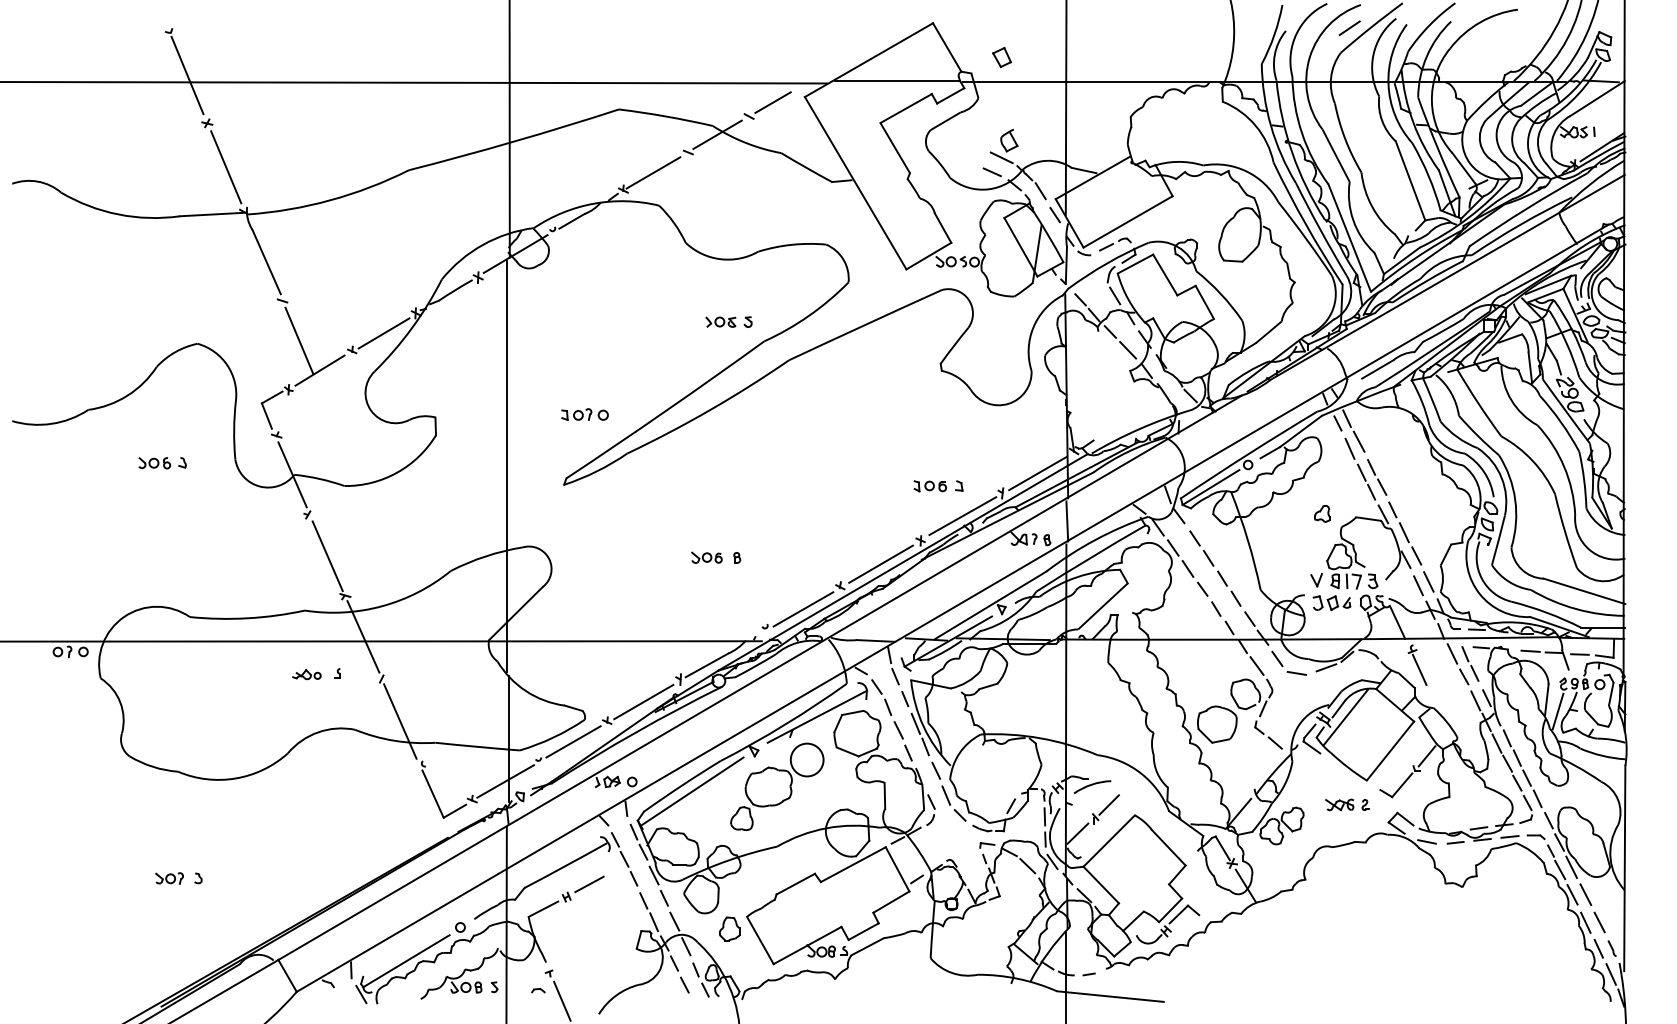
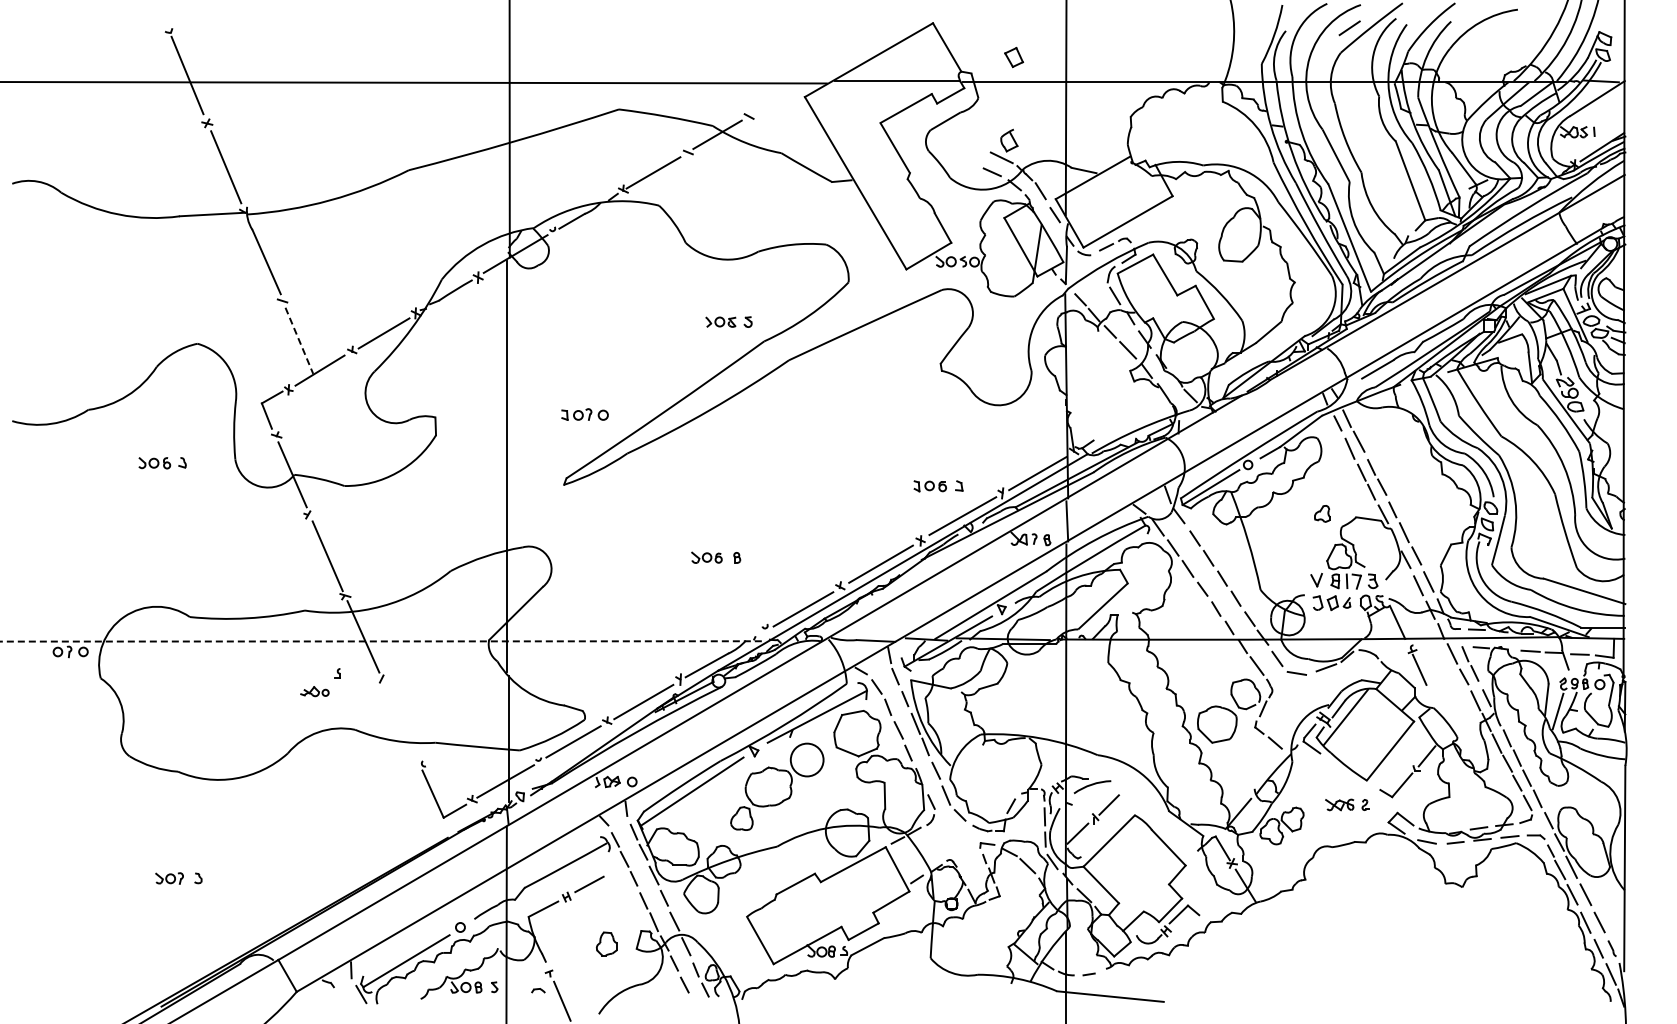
part at (1002, 57) position: (1002, 57) -> (1014, 57)
line at (772, 102): present -> none
line at (299, 340): solid -> dashed
line at (381, 641): solid -> dashed
part at (306, 674) position: (306, 674) -> (314, 691)
line at (400, 721): present -> none
part at (729, 928) position: (729, 928) -> (606, 943)
